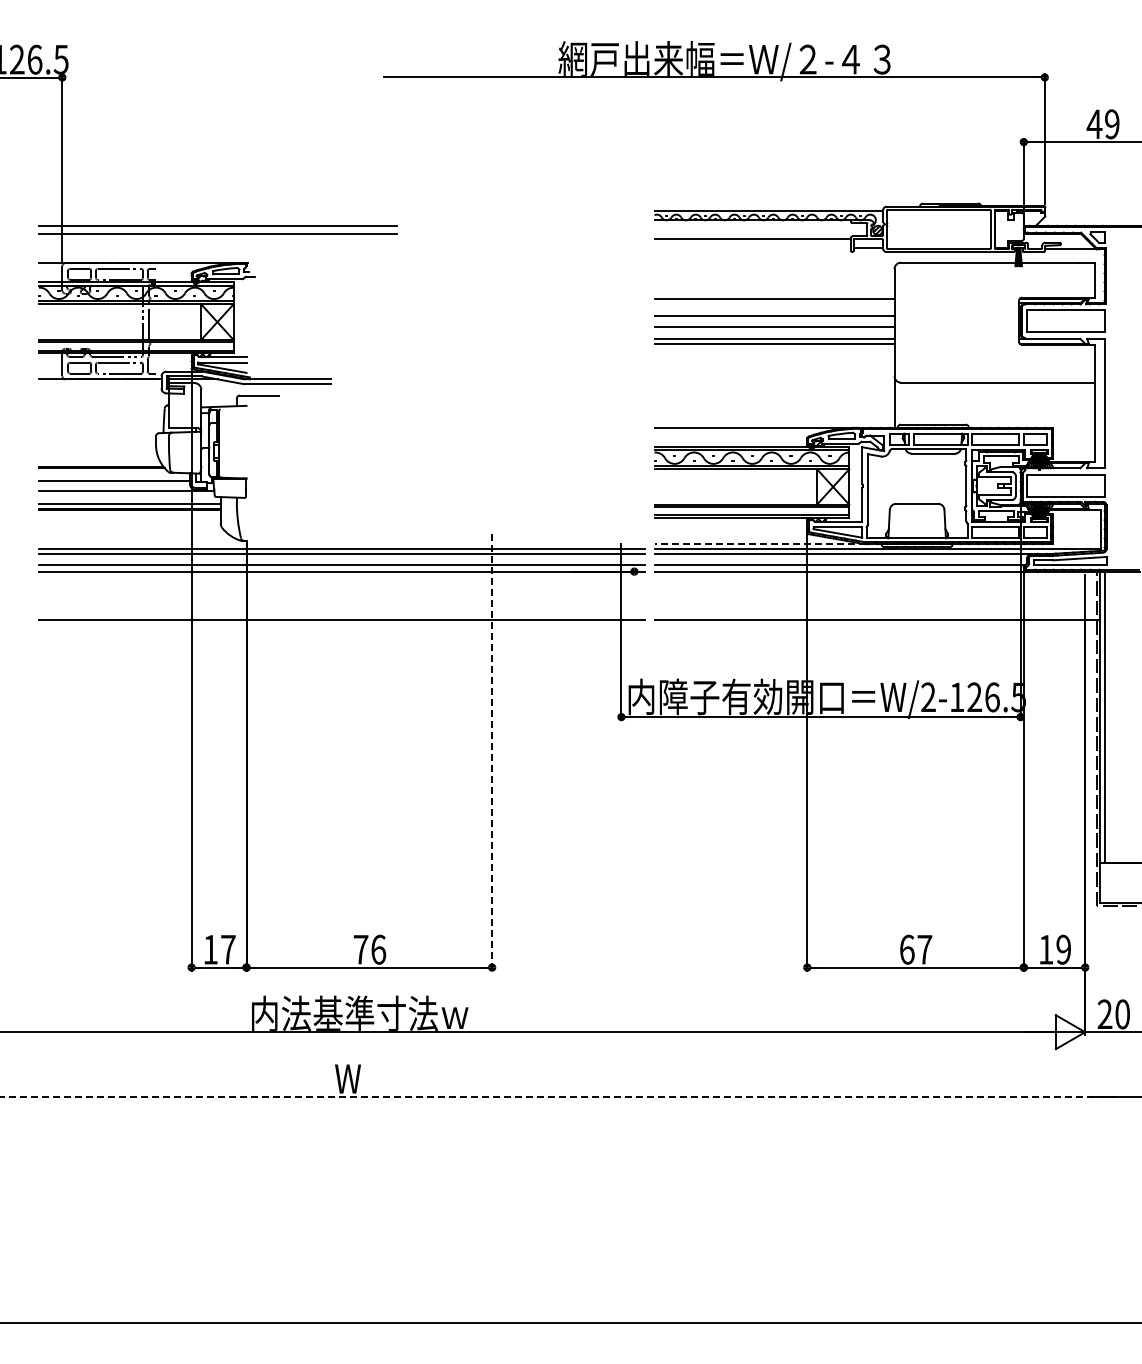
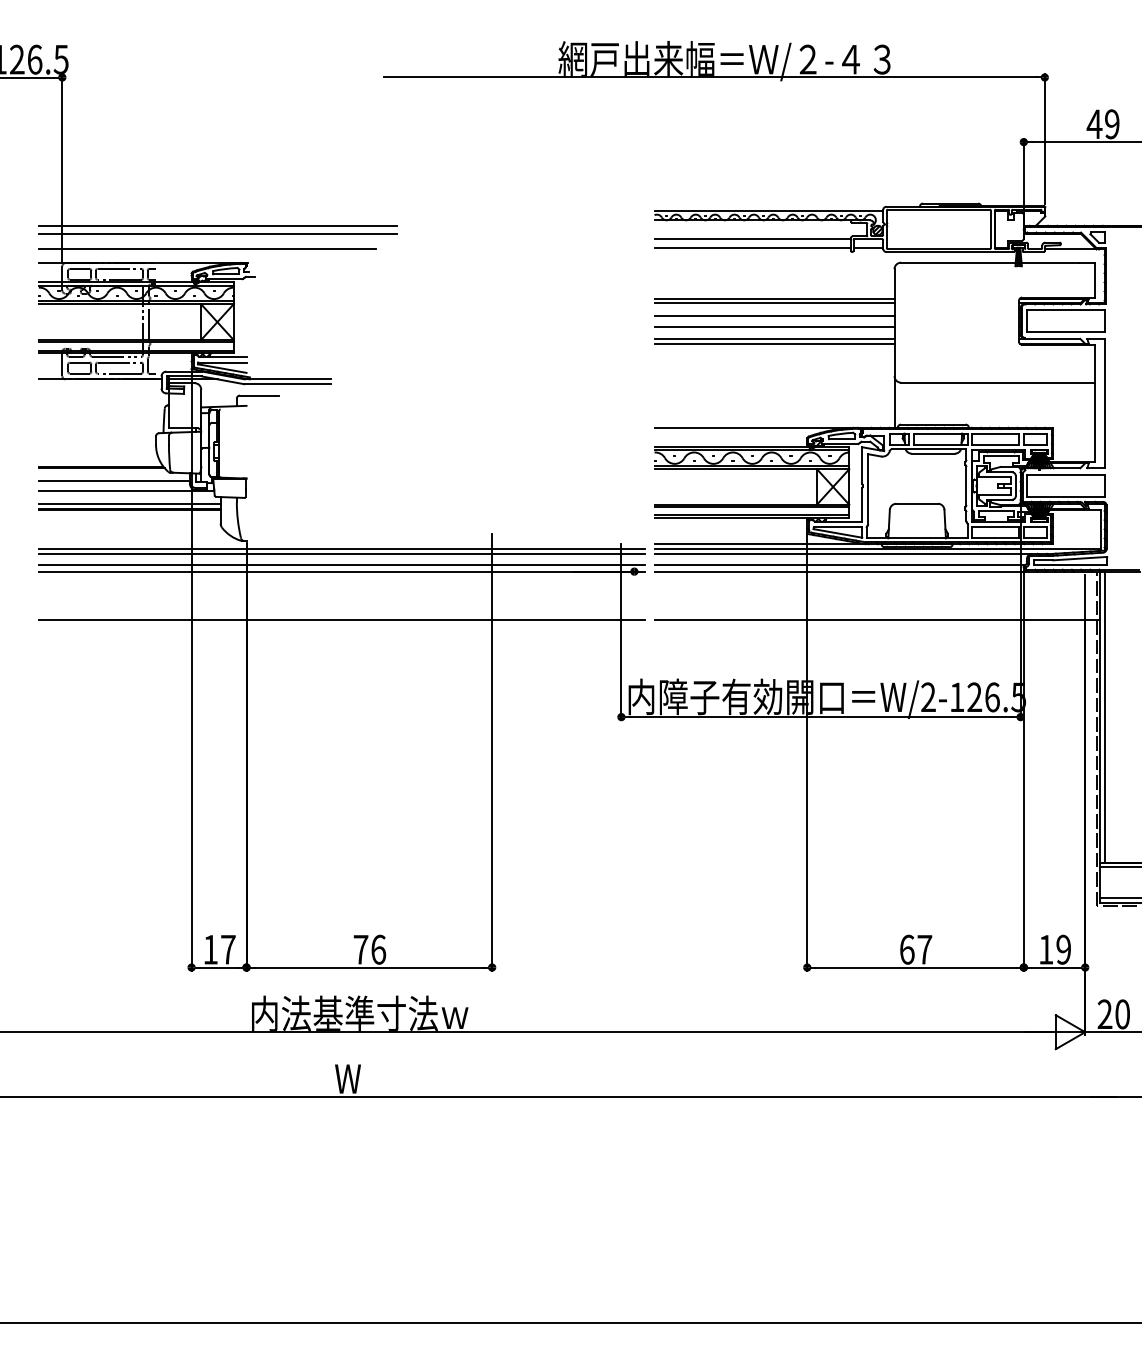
line at (752, 247): none -> present
line at (206, 249): none -> present
line at (774, 303): none -> present
line at (759, 544): dashed -> solid
line at (492, 753): dashed -> solid
line at (1118, 867): none -> present
line at (1118, 898): none -> present
line at (558, 1096): dashed -> solid
